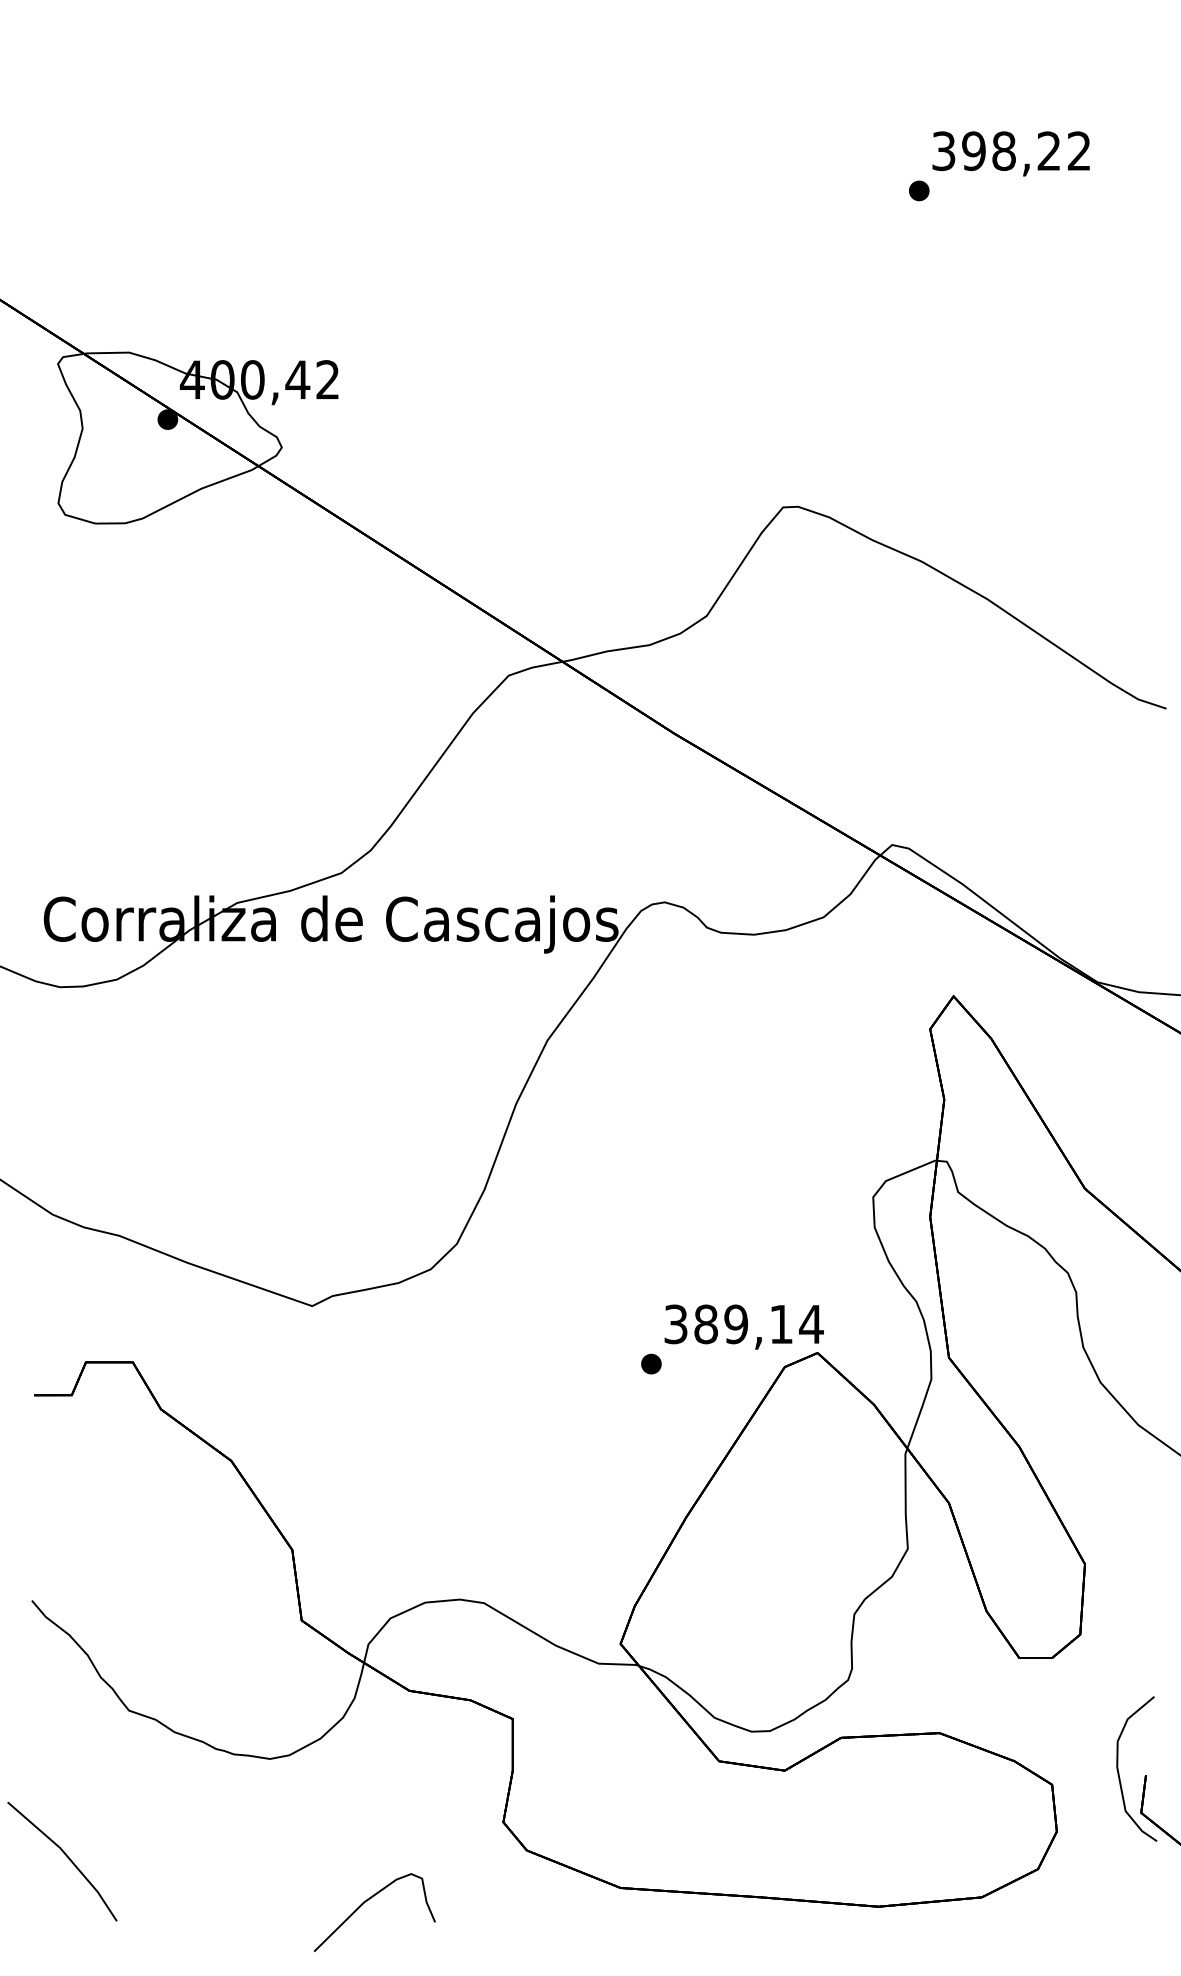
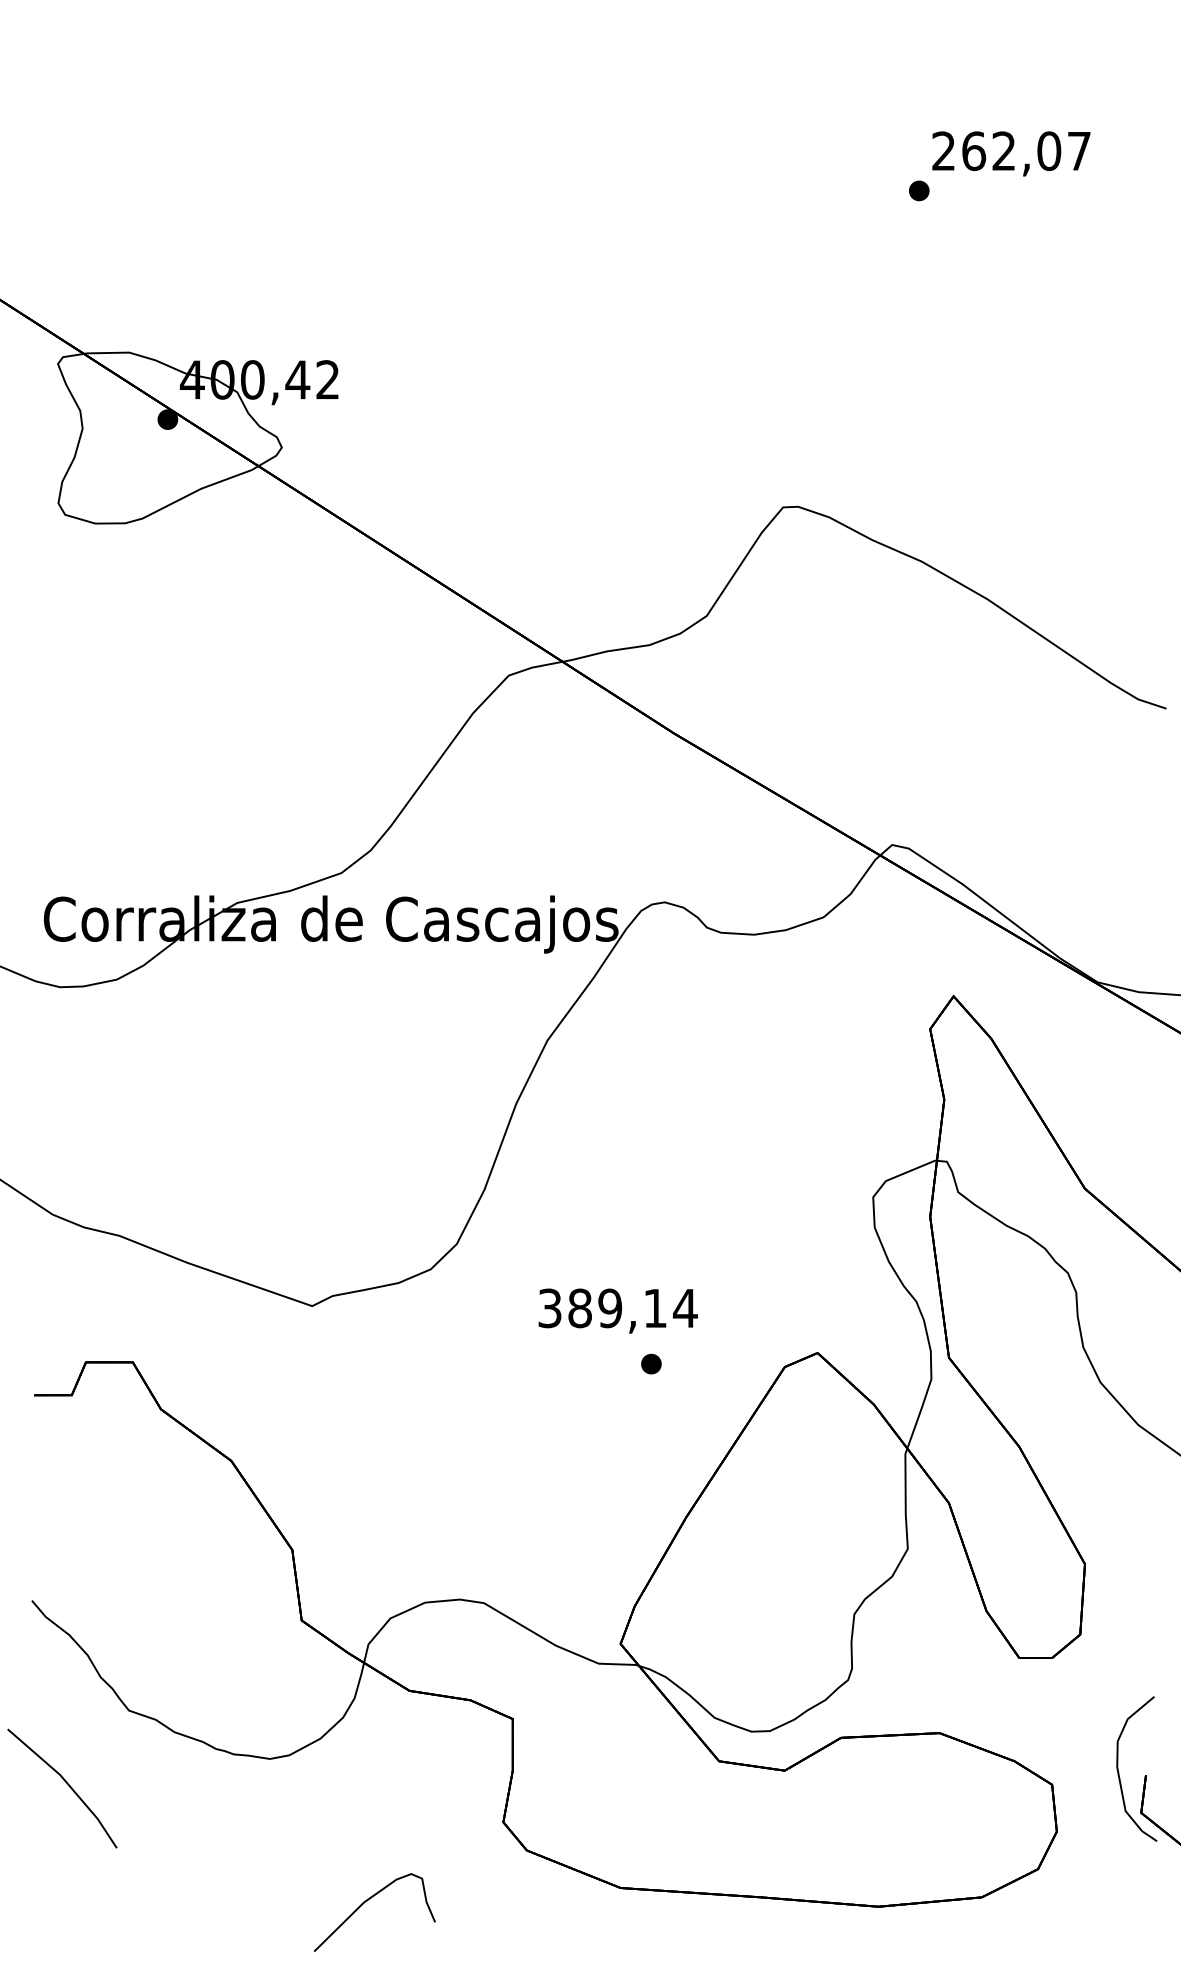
text at (1011, 151): 398,22 -> 262,07
text at (743, 1326) position: (743, 1326) -> (617, 1310)
line at (67, 1858) position: (67, 1858) -> (67, 1785)
